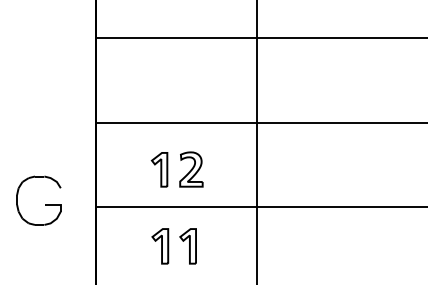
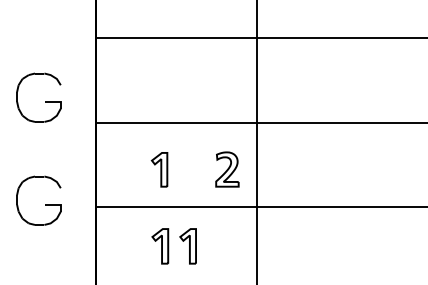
part at (45, 101): none -> present
part at (191, 169) position: (191, 169) -> (227, 169)
